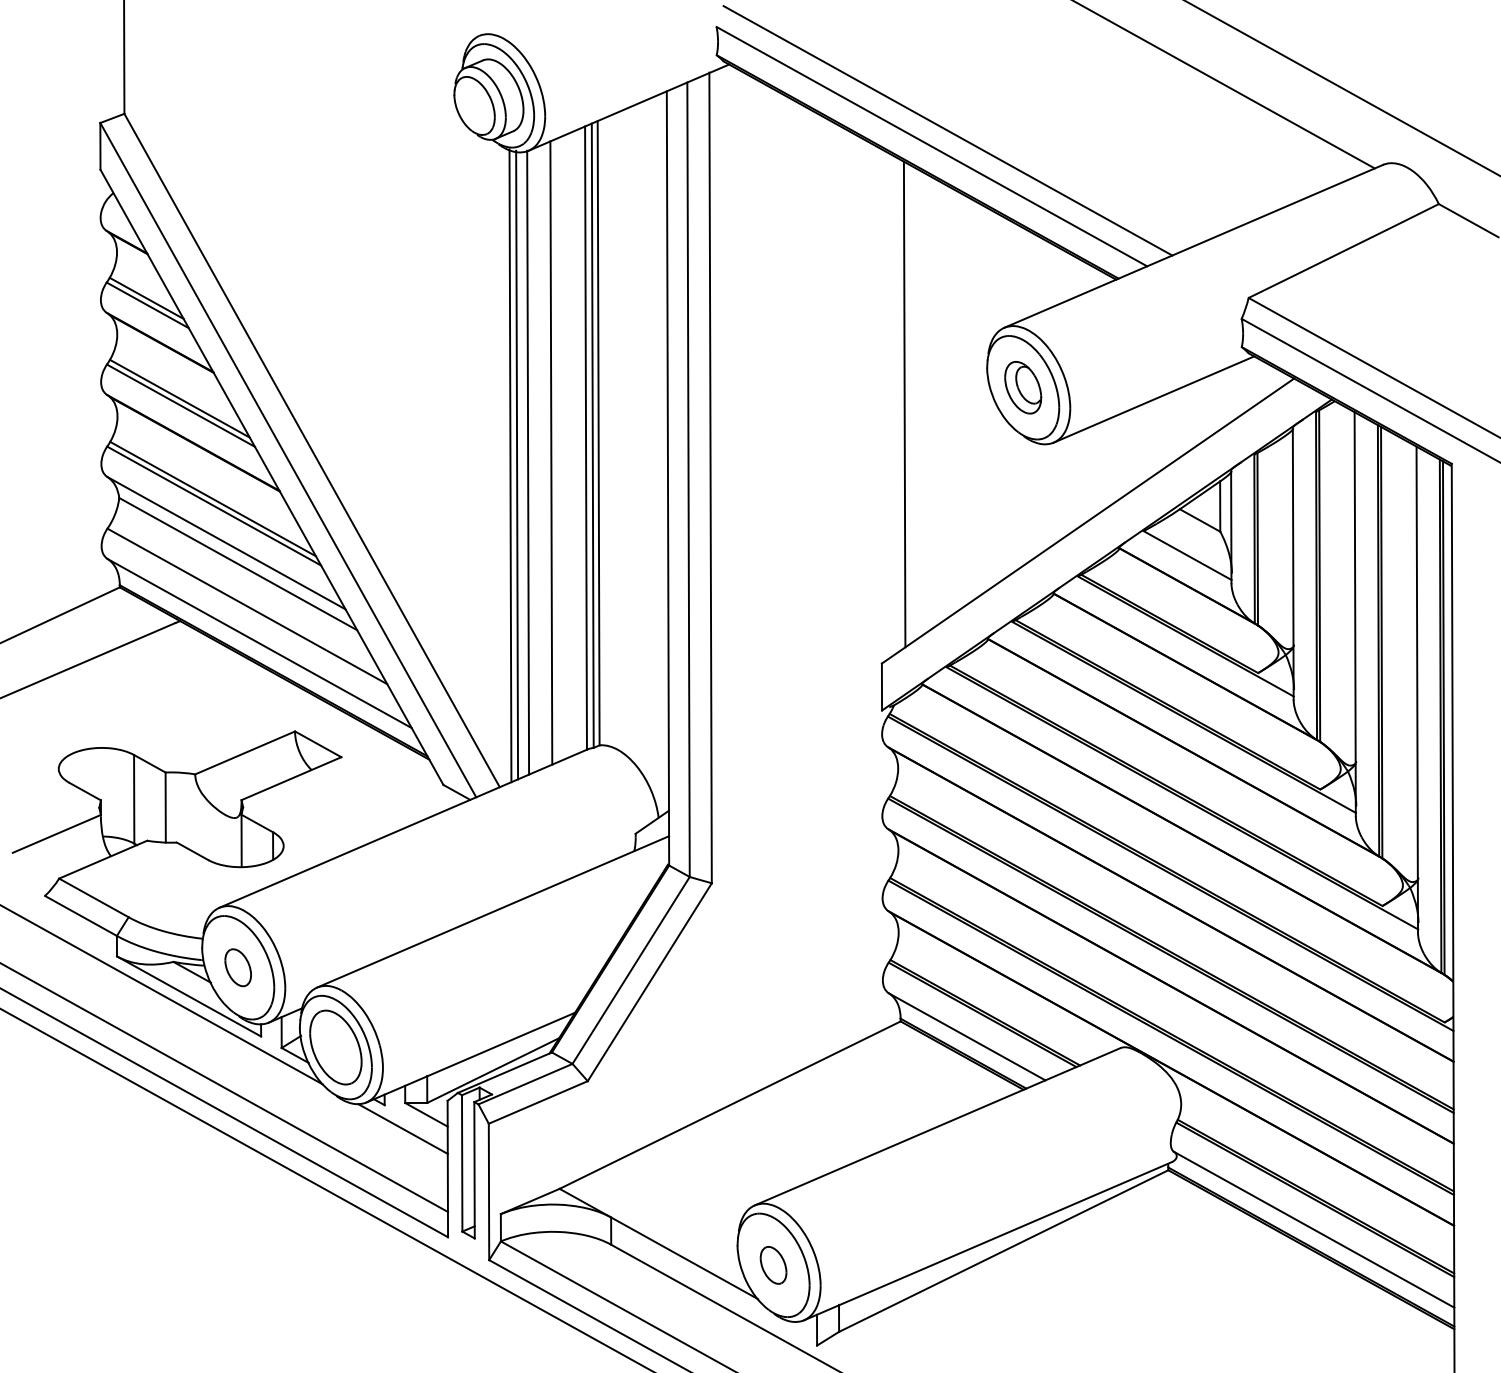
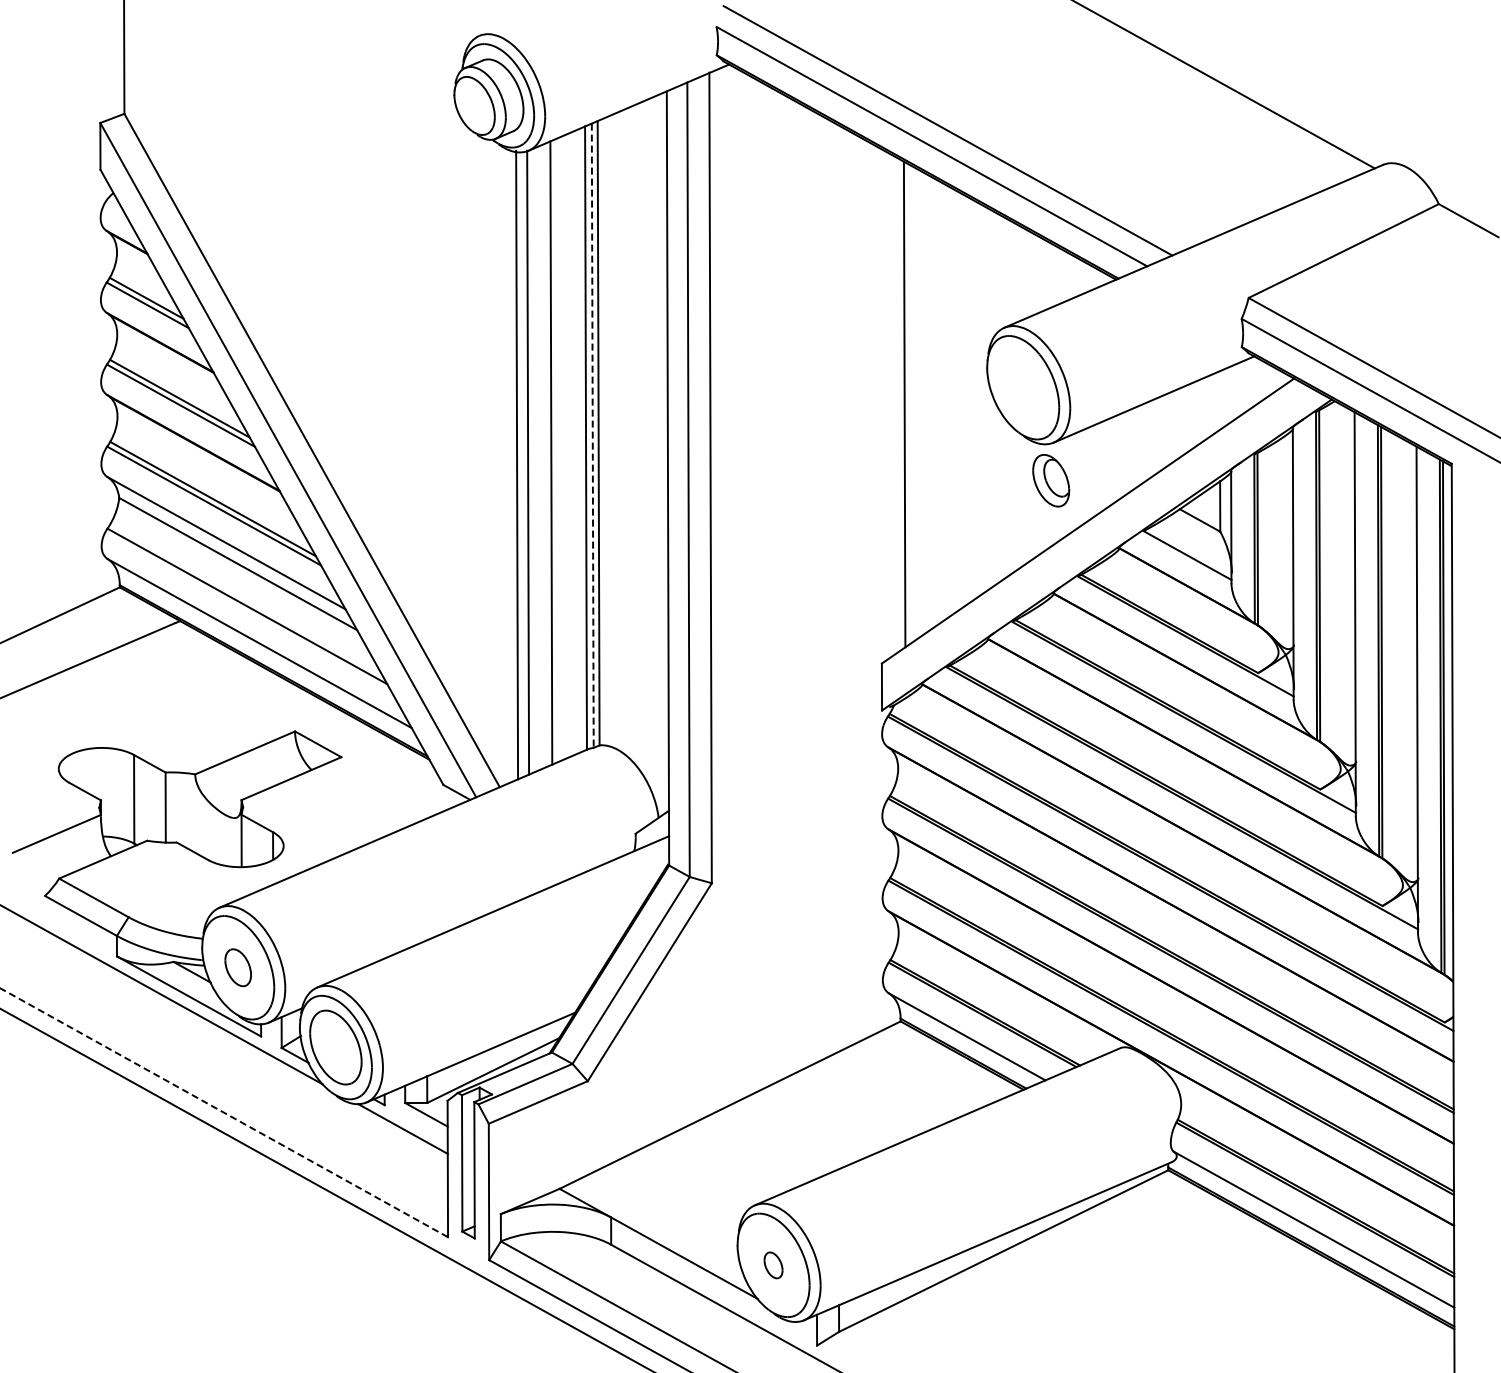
line at (1342, 88): present -> none
part at (1023, 387) position: (1023, 387) -> (1051, 480)
line at (592, 436): solid -> dashed
line at (510, 465): present -> none
line at (224, 1087): present -> none
line at (224, 1112): solid -> dashed
part at (773, 1265) size: 29x39 px -> 21x29 px
